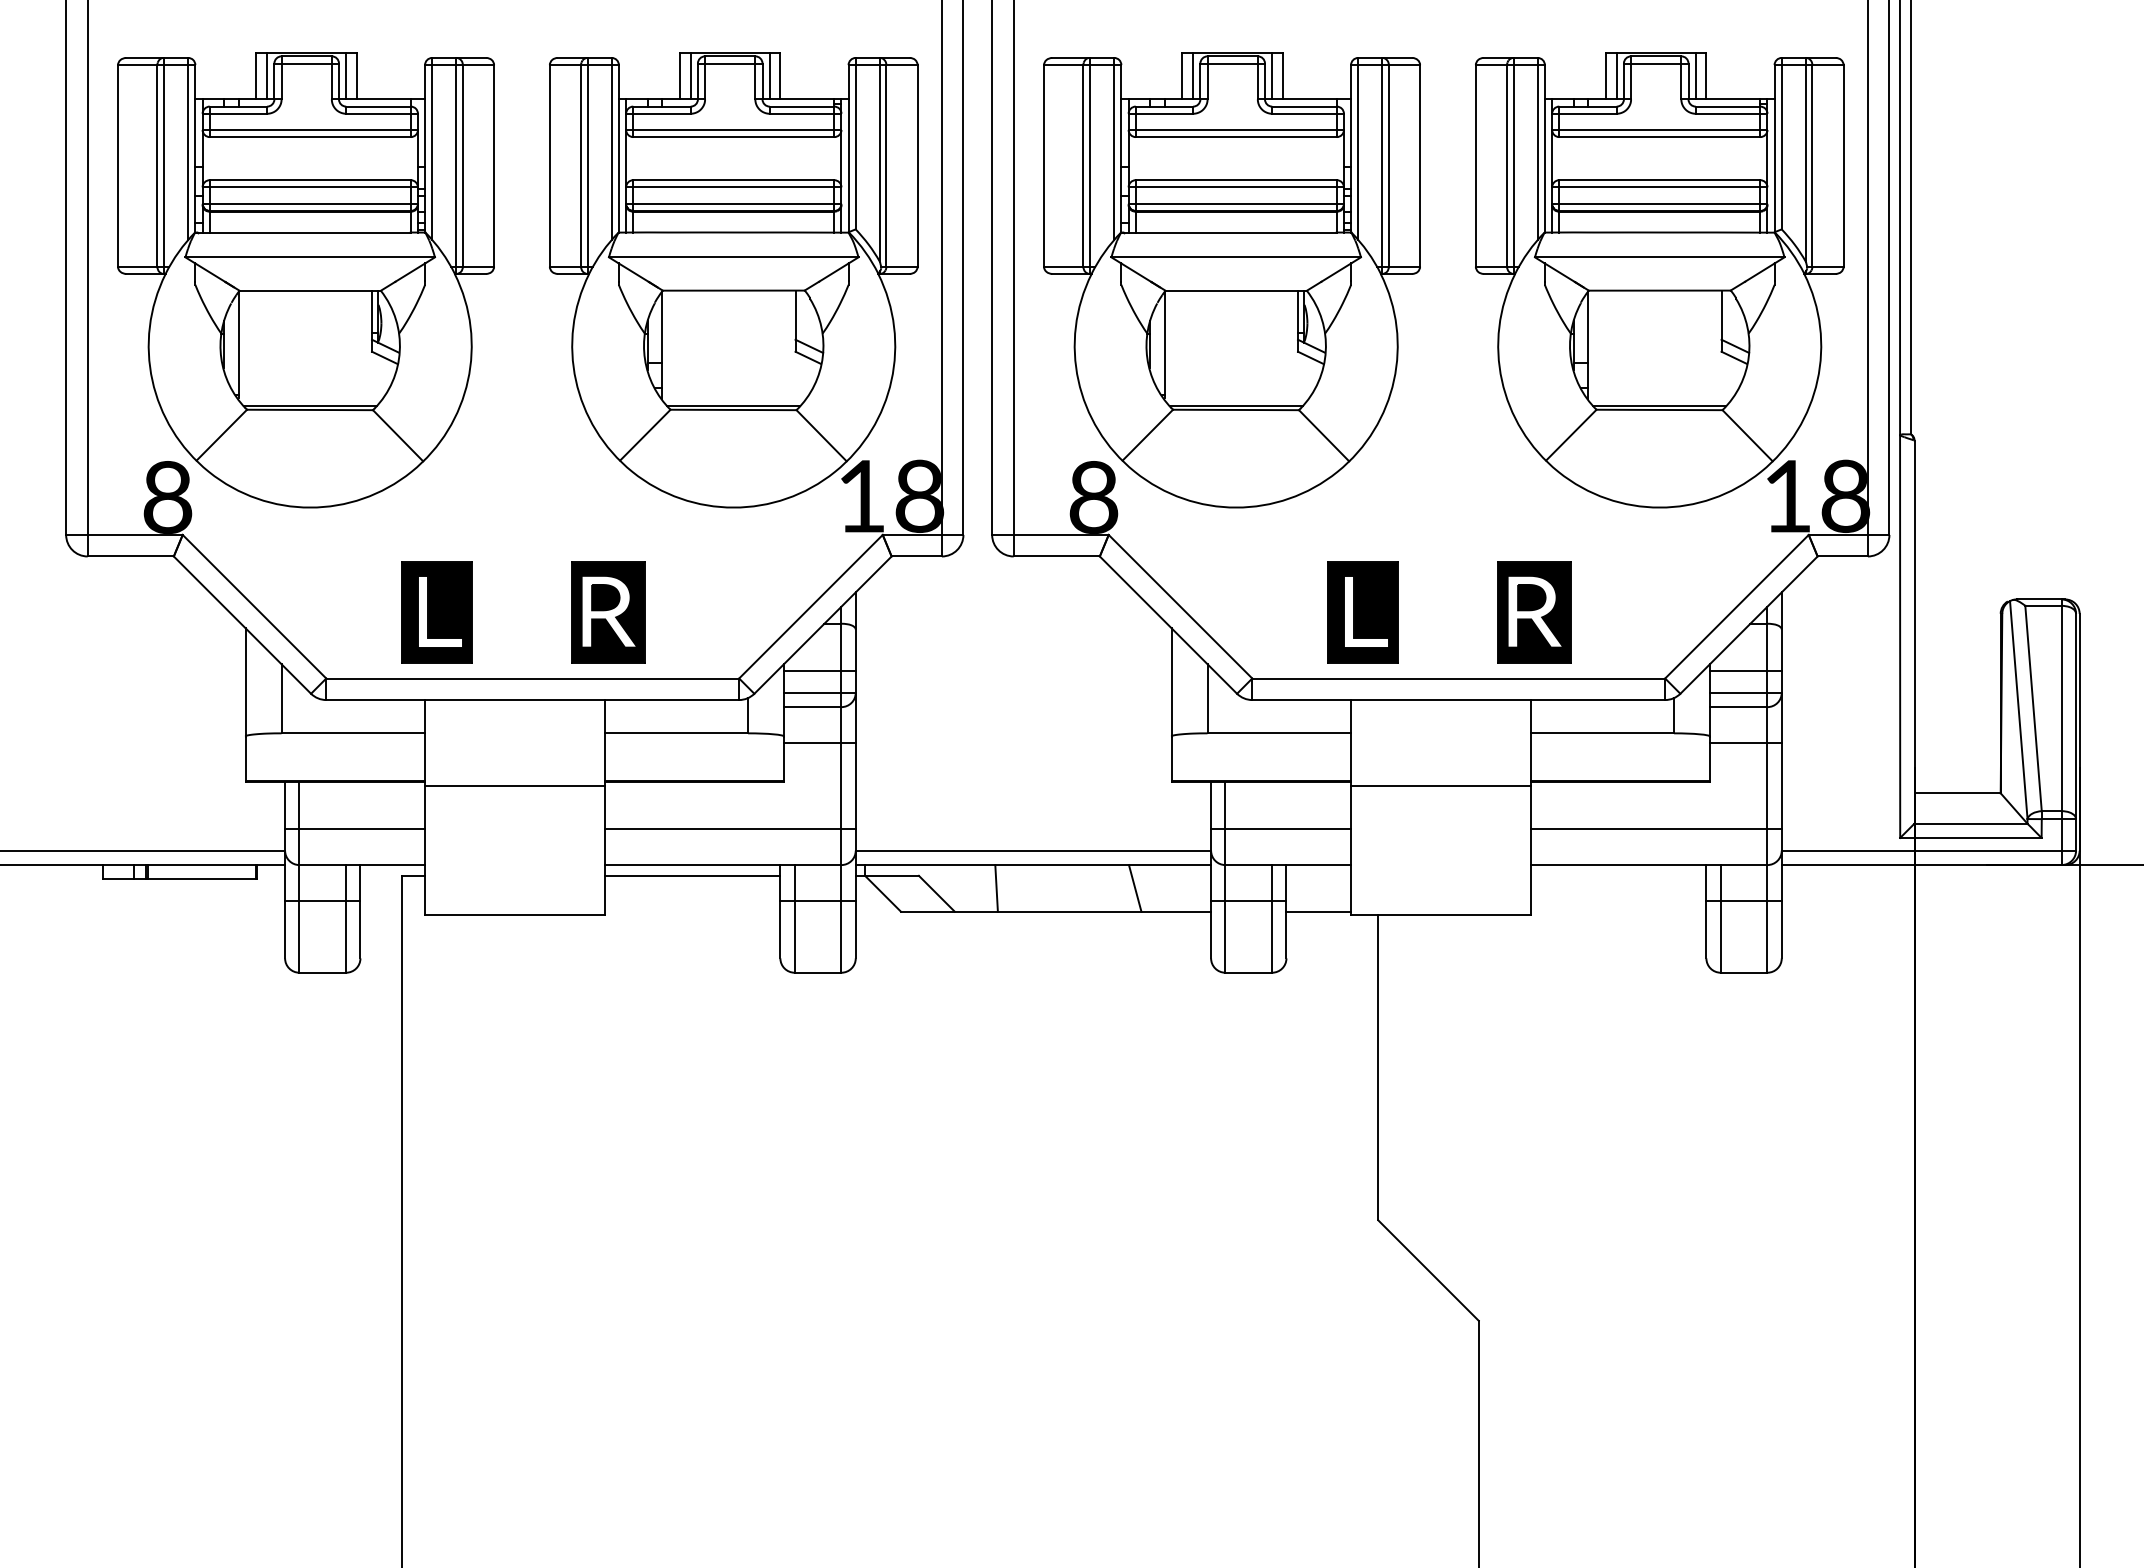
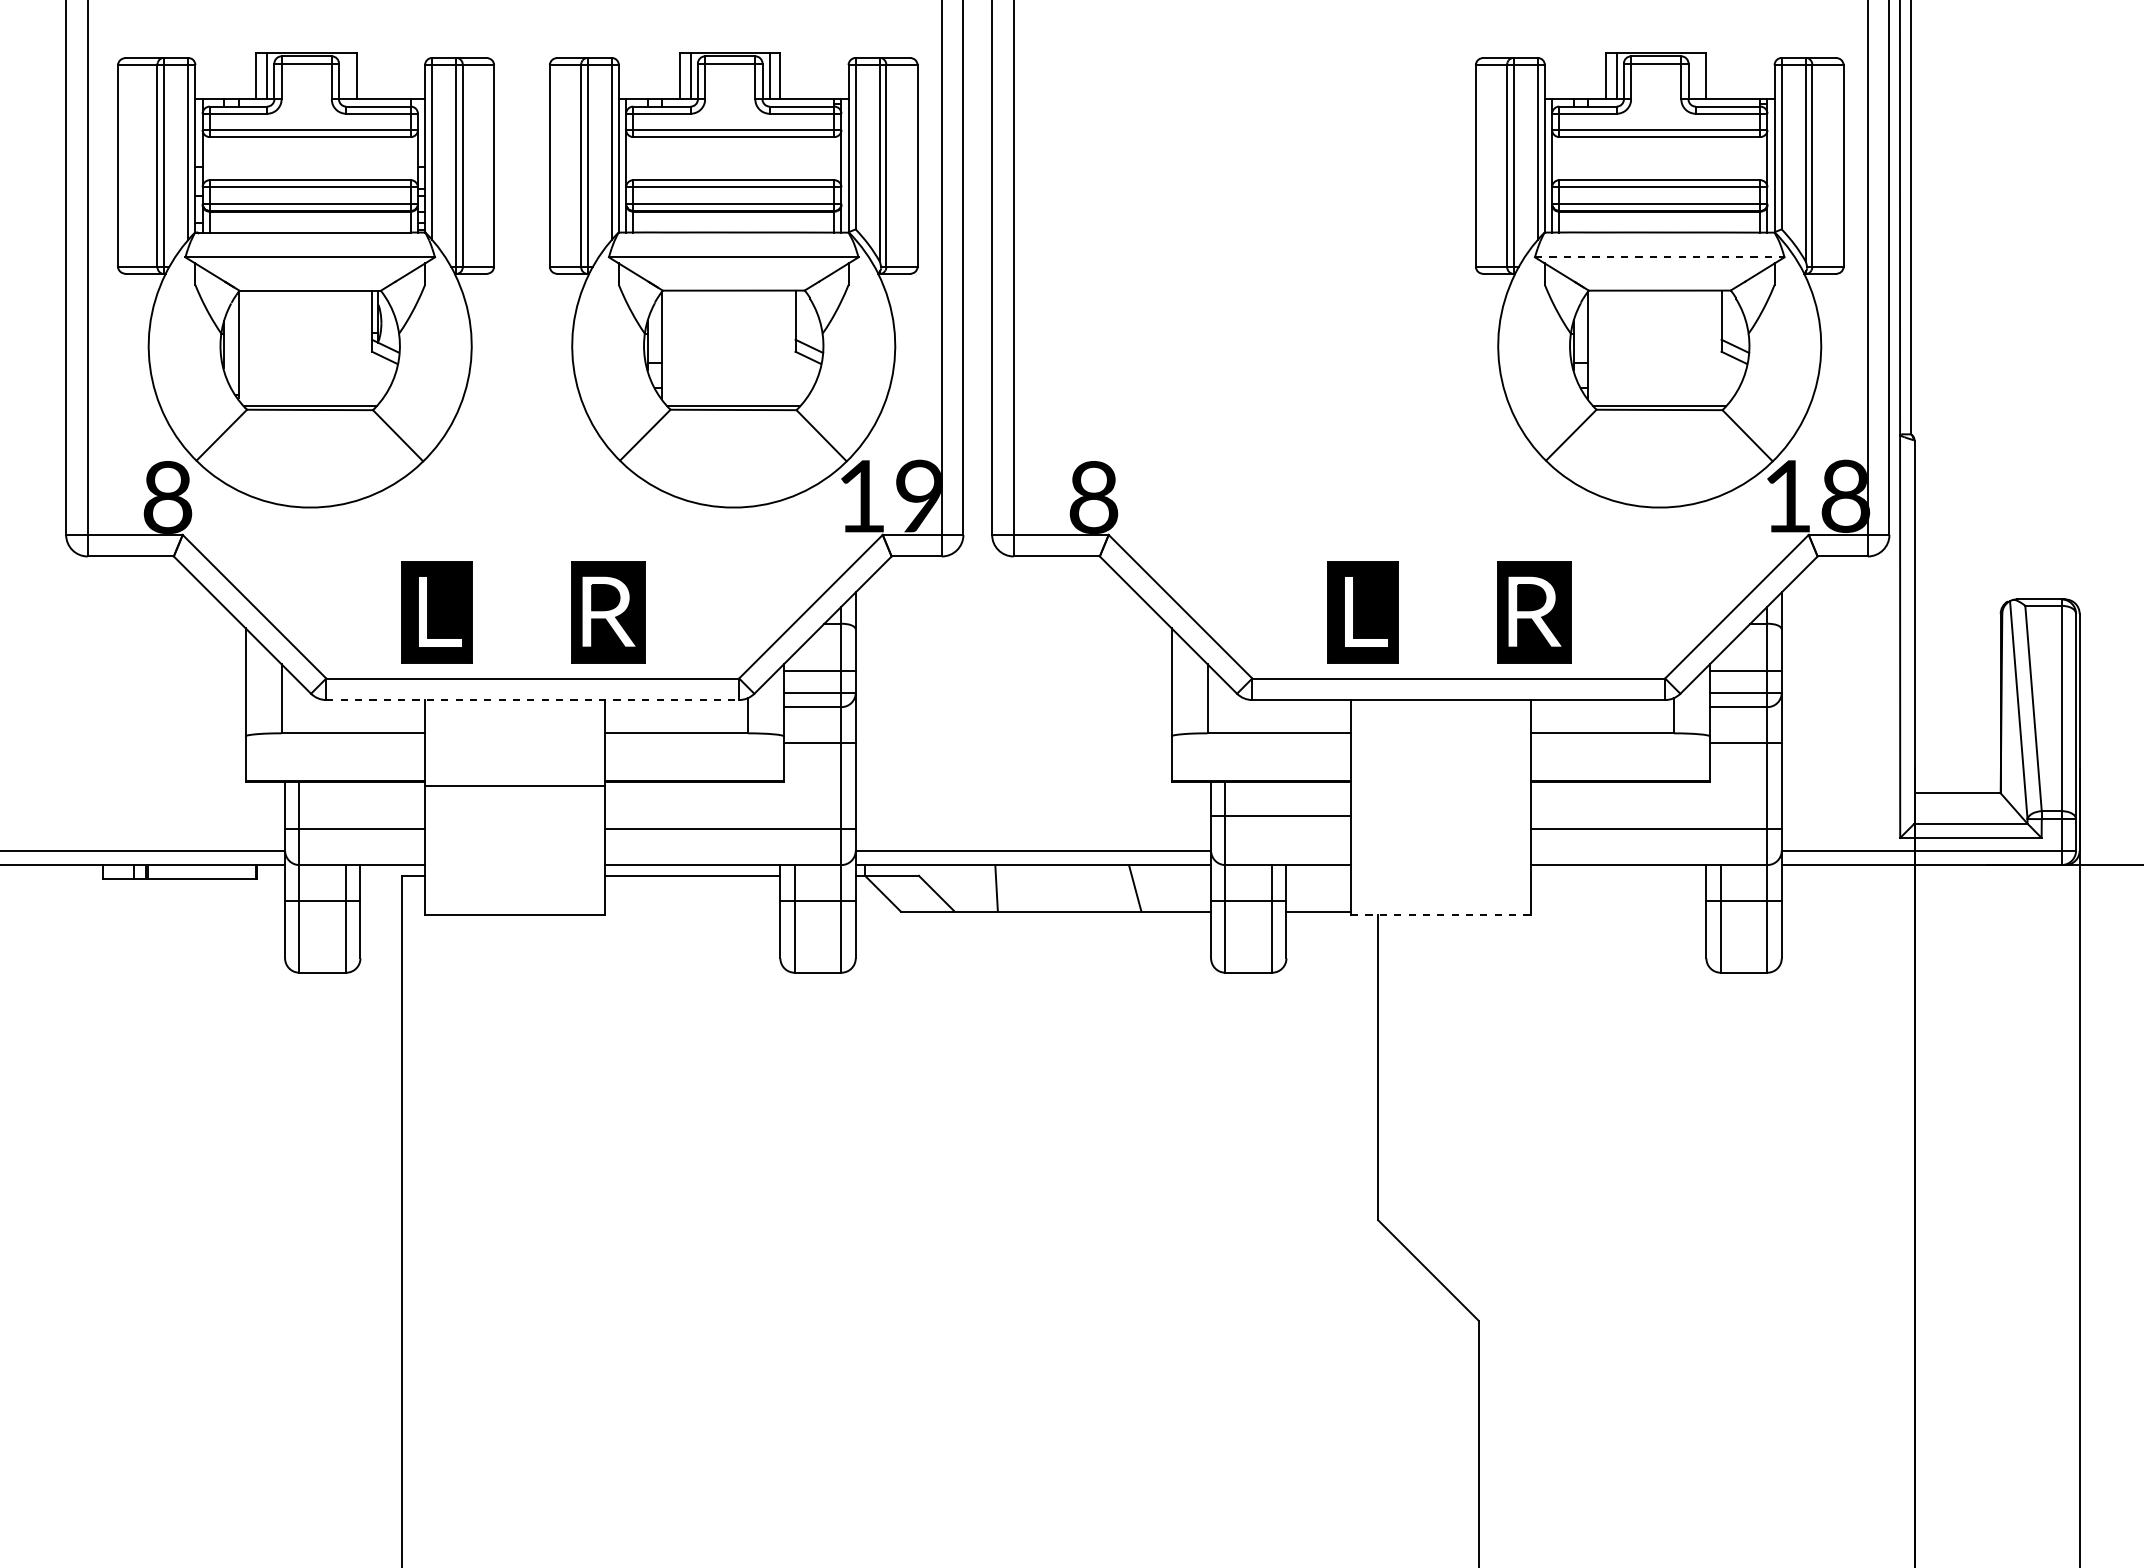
line at (346, 75): present -> none
line at (1695, 75): present -> none
line at (1659, 257): solid -> dashed
part at (1231, 280): present -> none
text at (919, 497): 18 -> 19
line at (533, 700): solid -> dashed
line at (1440, 786): present -> none
line at (1281, 829) position: (1281, 829) -> (1281, 816)
line at (1440, 915): solid -> dashed
